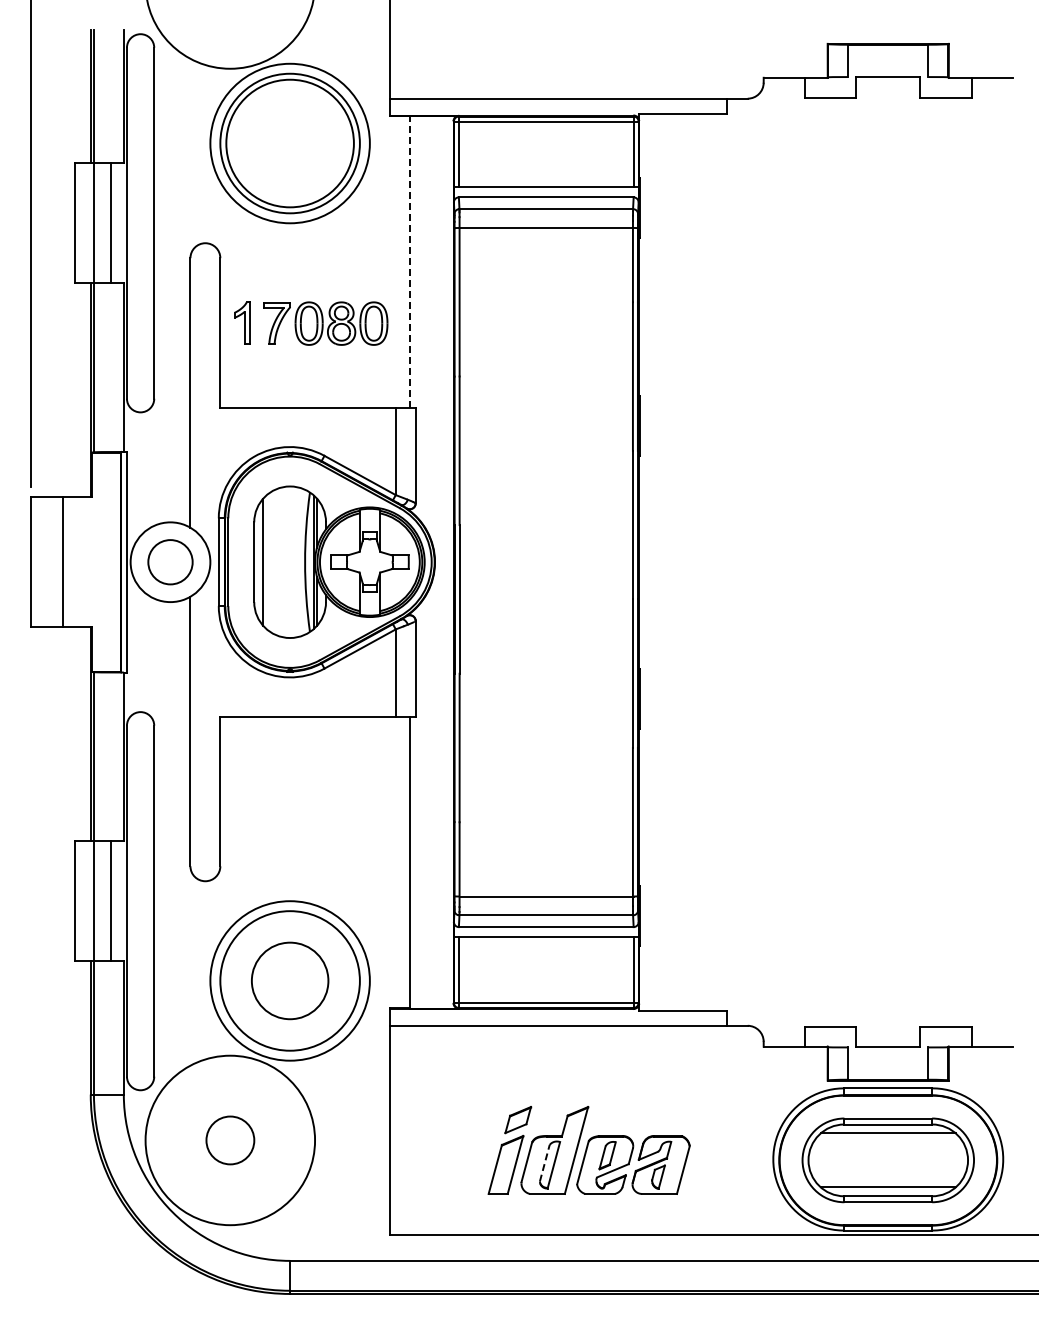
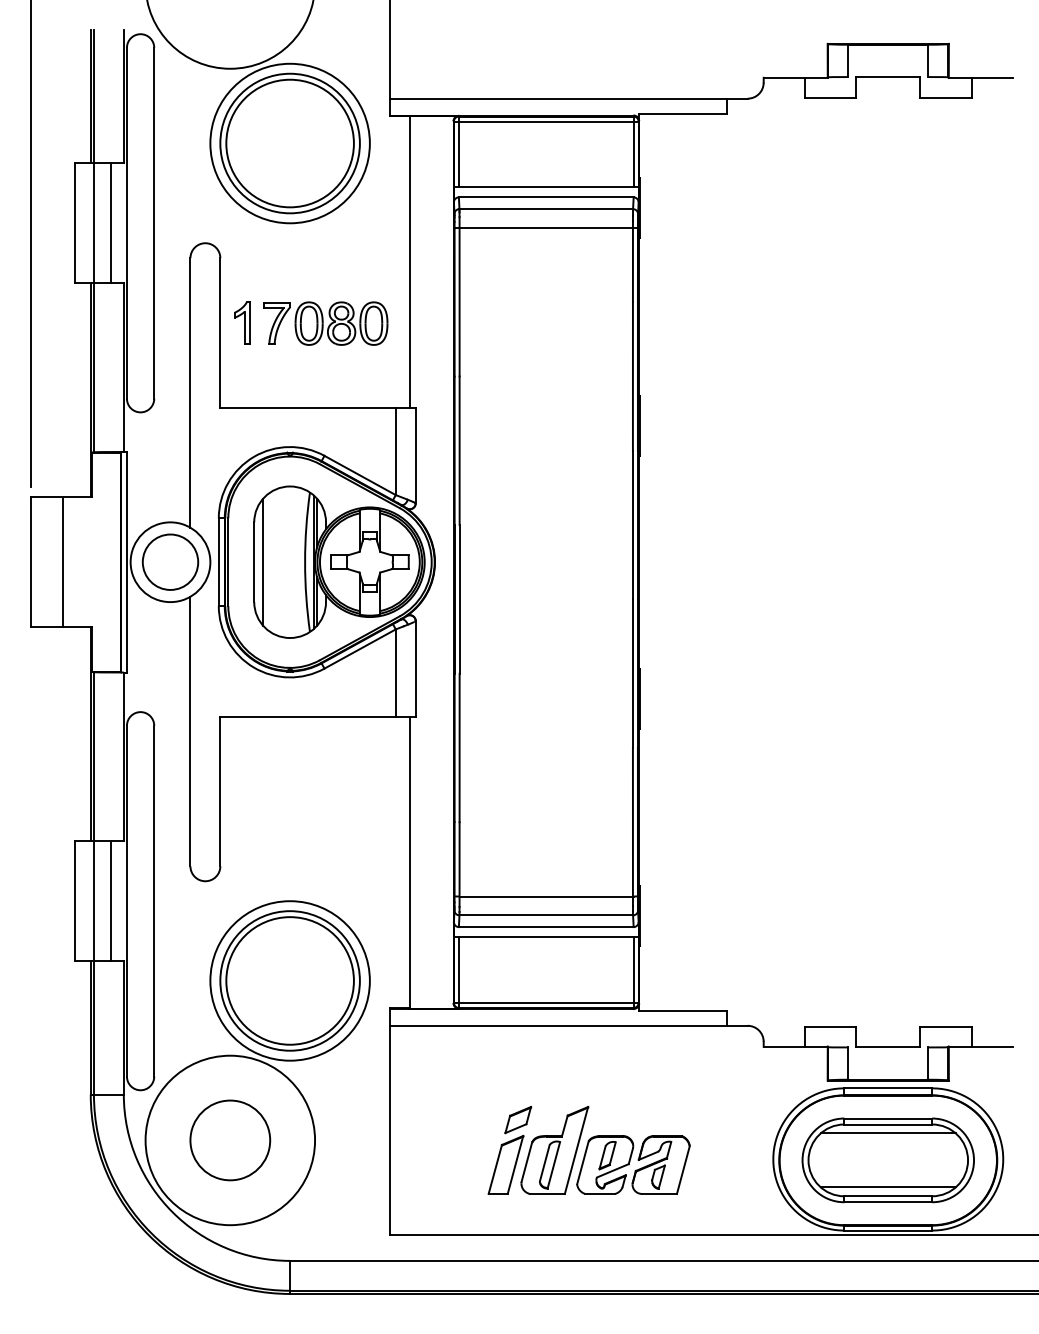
line at (409, 262): dashed -> solid
circle at (170, 562) diameter: 44 px -> 55 px
circle at (289, 980) diameter: 77 px -> 128 px
circle at (230, 1140) size: 51x51 px -> 83x83 px
line at (544, 1163): dashed -> solid
